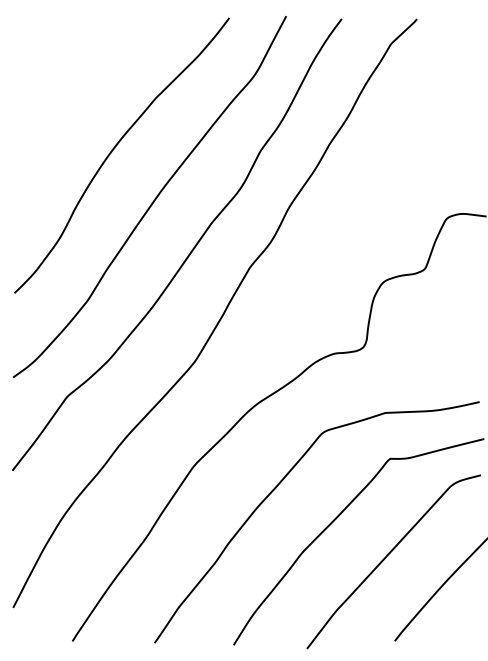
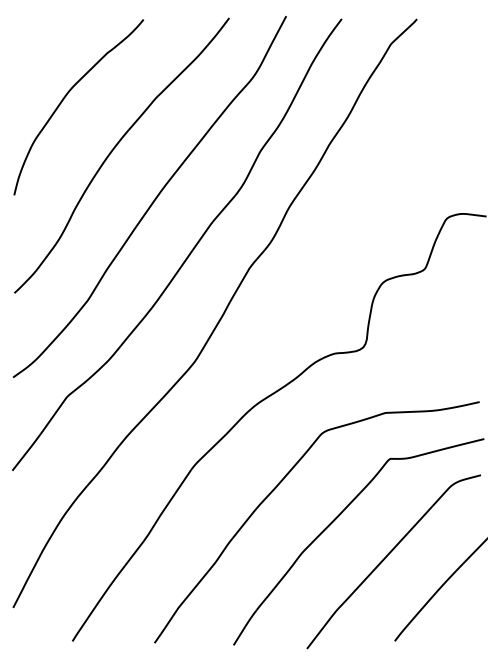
curve at (64, 99): none -> present
